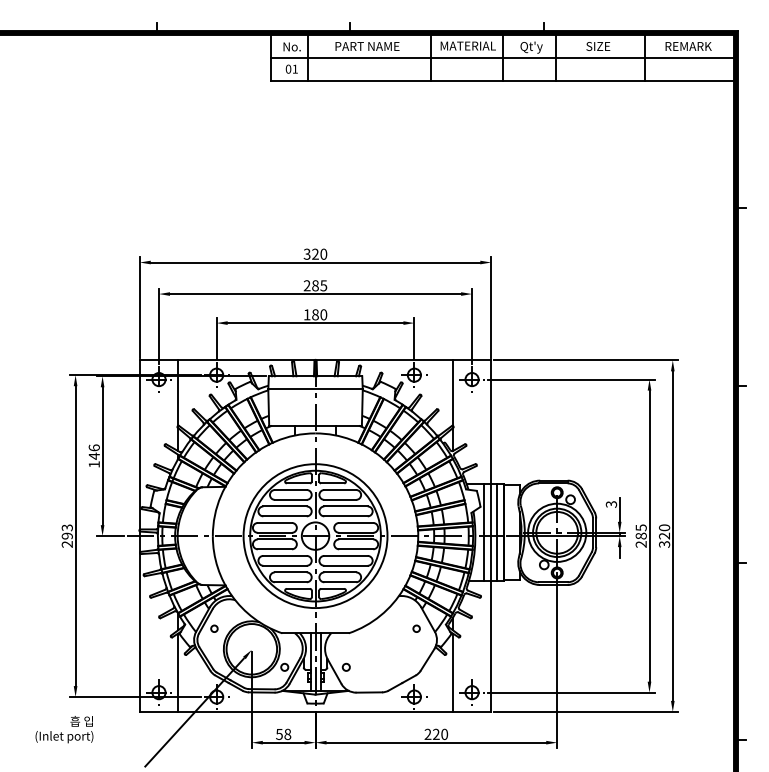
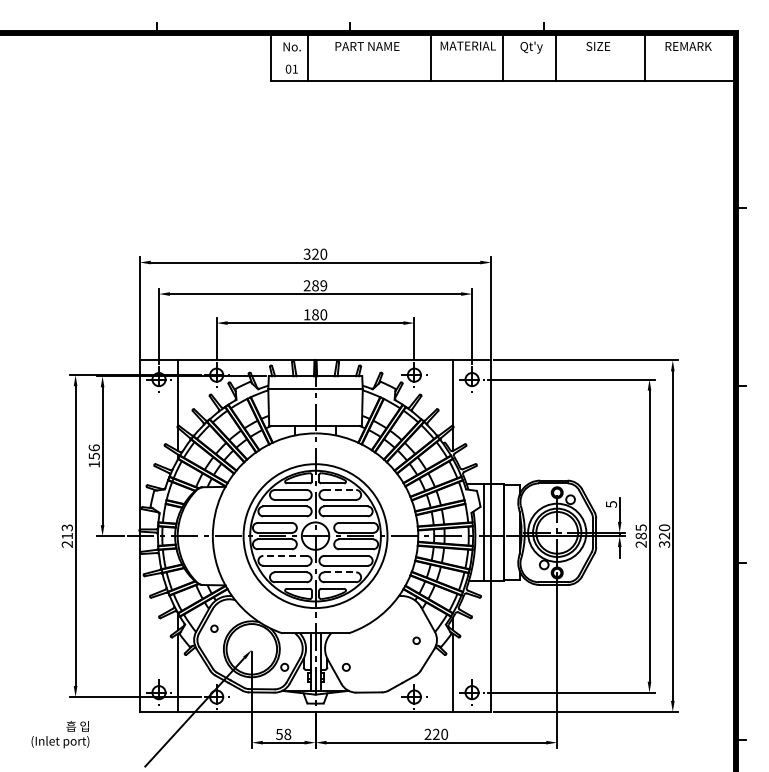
line at (502, 58): present -> none
text at (323, 285): 285 -> 289
text at (93, 455): 146 -> 156
line at (340, 490): solid -> dashed
text at (610, 504): 3 -> 5
line at (497, 532): present -> none
text at (66, 535): 293 -> 213
line at (285, 555): solid -> dashed
line at (340, 572): solid -> dashed
circle at (416, 628) position: (416, 628) -> (416, 640)
text at (64, 729) position: (64, 729) -> (60, 734)
